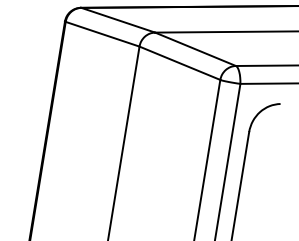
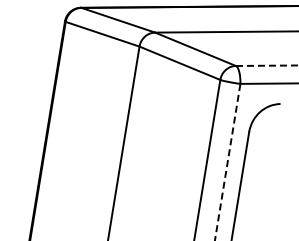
line at (267, 65): solid -> dashed
line at (227, 161): solid -> dashed
